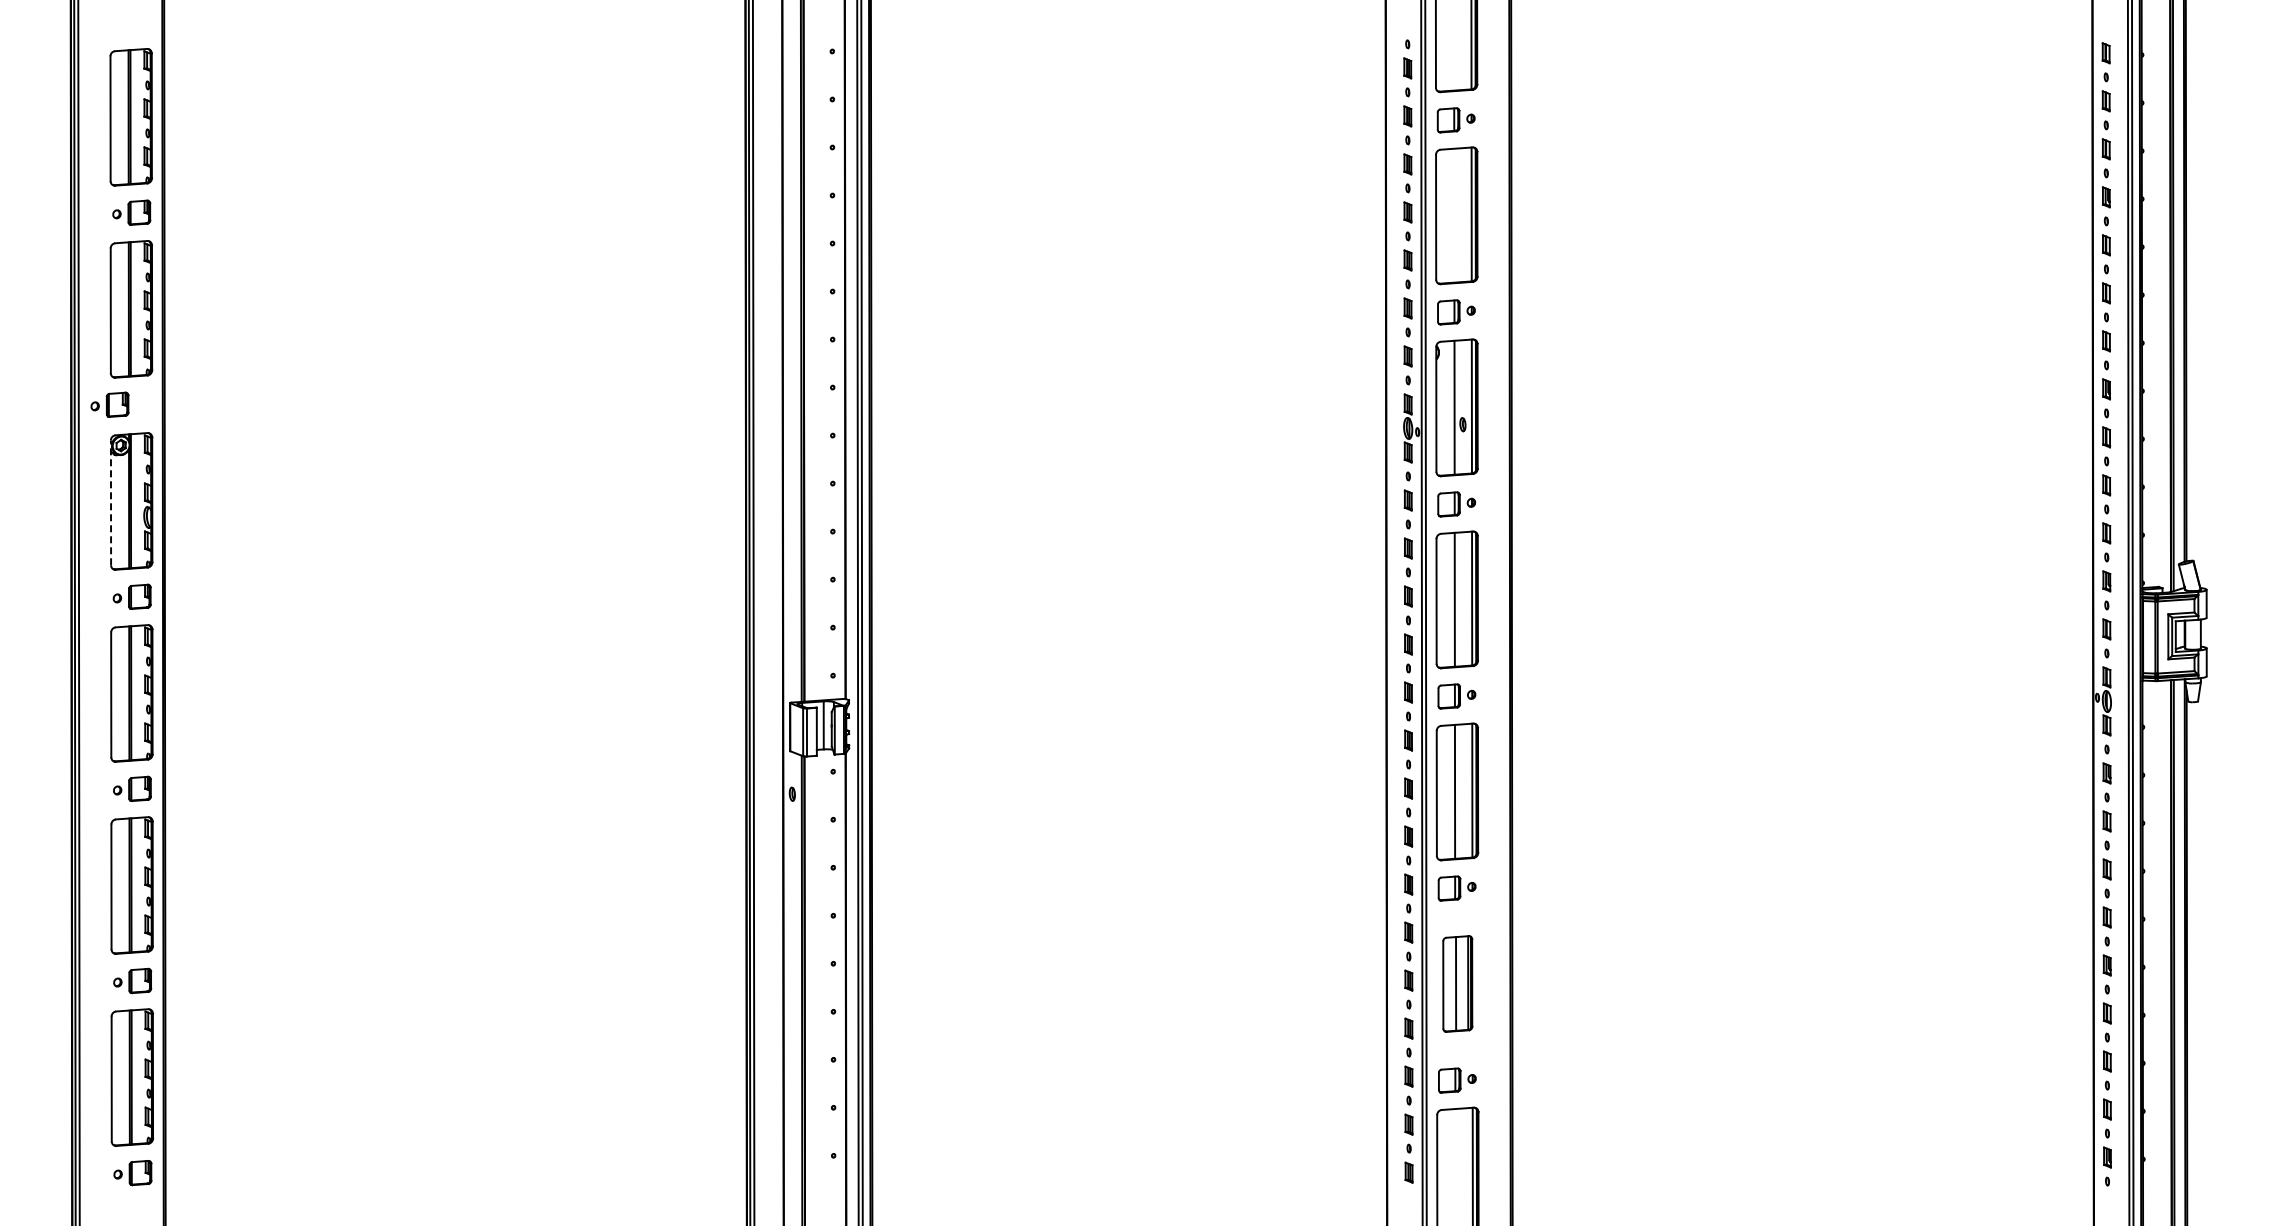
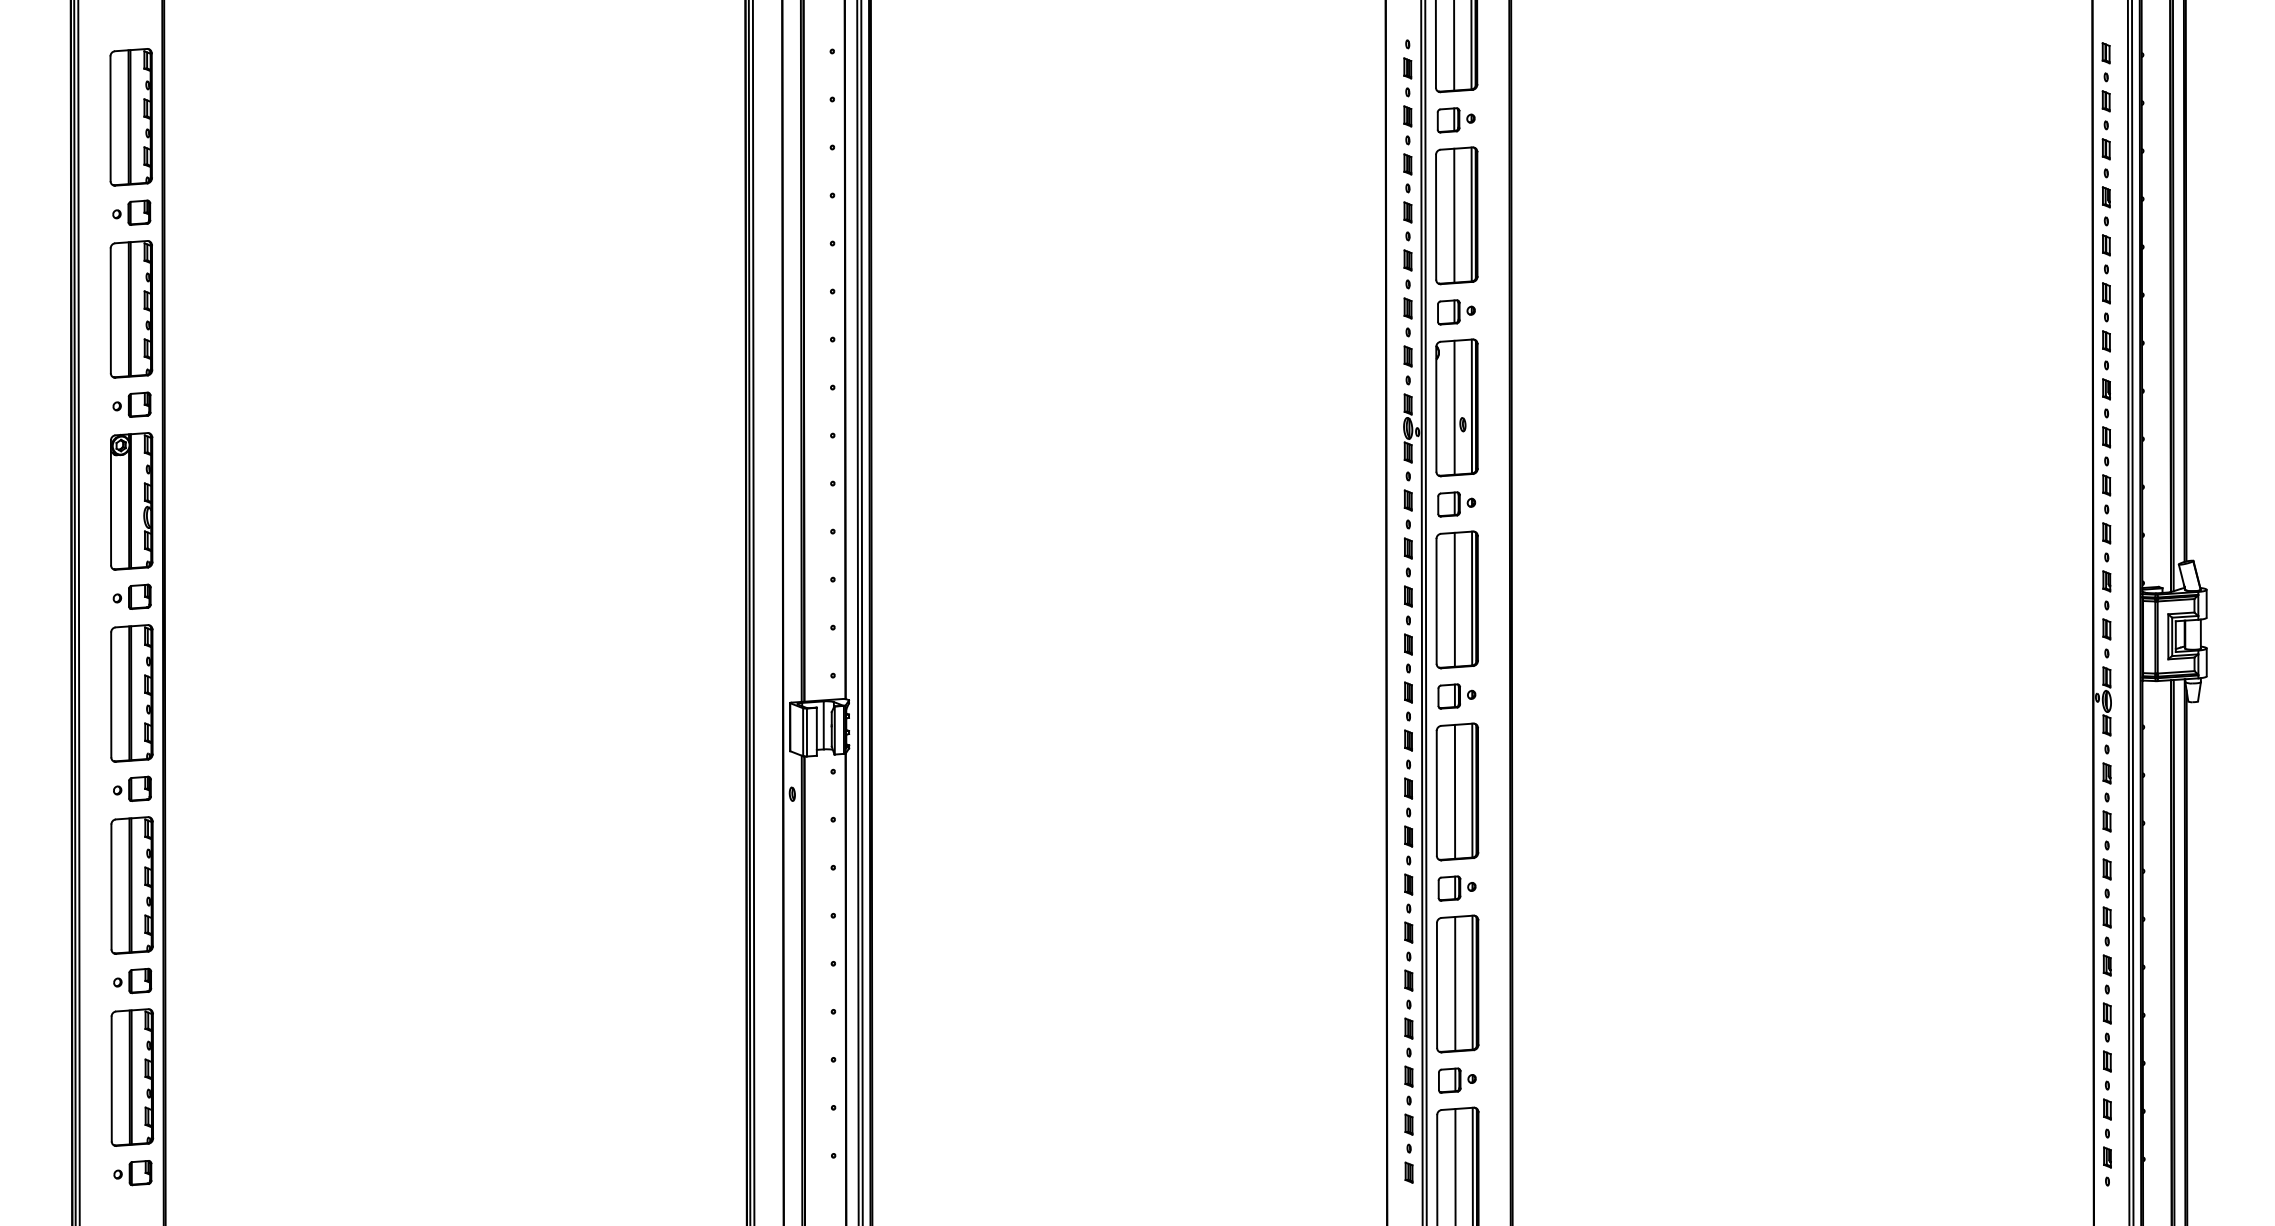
line at (1454, 46): none -> present
line at (1454, 215): none -> present
part at (109, 404) position: (109, 404) -> (131, 404)
line at (111, 502): dashed -> solid
part at (1457, 983) size: 32x98 px -> 44x140 px
line at (1455, 1165): none -> present
